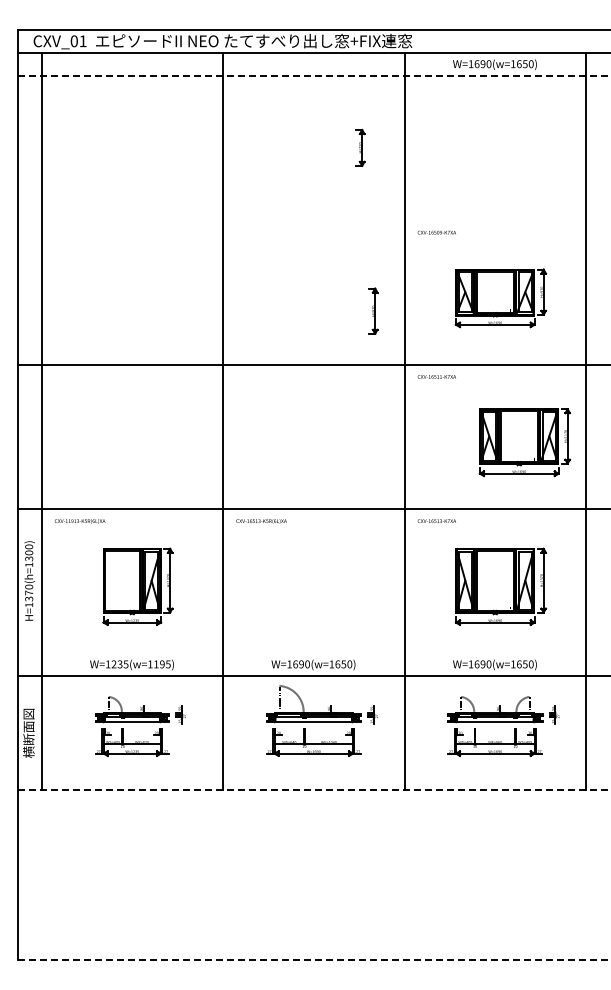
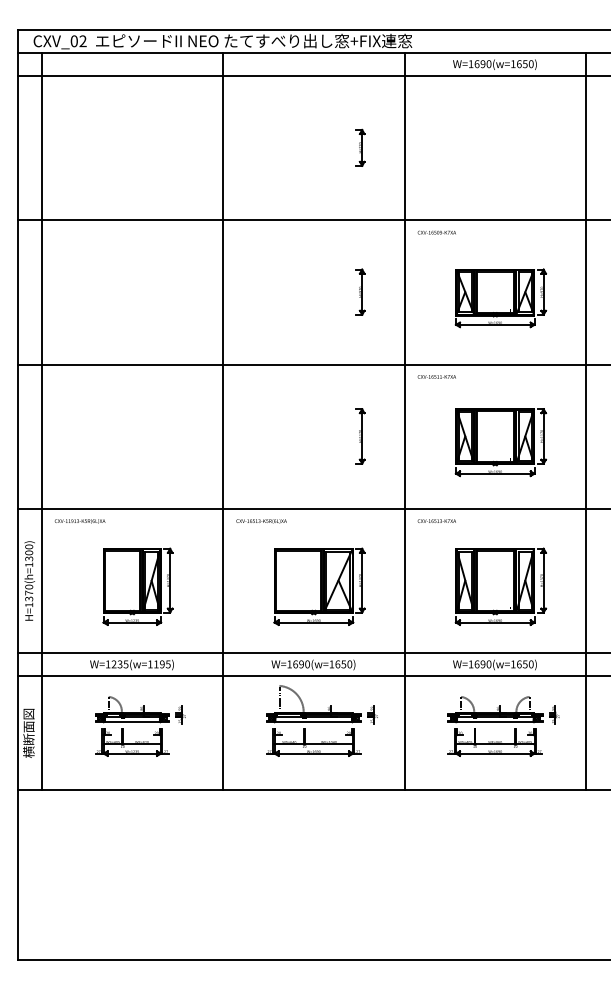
text at (82, 40): CXV_01 -> CXV_02
line at (315, 76): dashed -> solid
line at (312, 220): none -> present
part at (373, 310) position: (373, 310) -> (360, 291)
part at (360, 436): none -> present
part at (524, 442) position: (524, 442) -> (500, 442)
part at (319, 586): none -> present
line at (312, 653): none -> present
line at (315, 789): dashed -> solid
line at (314, 960): dashed -> solid
